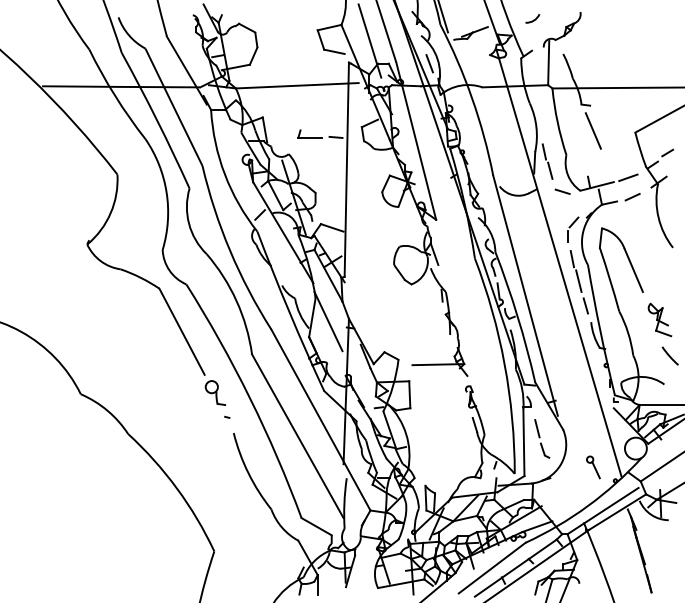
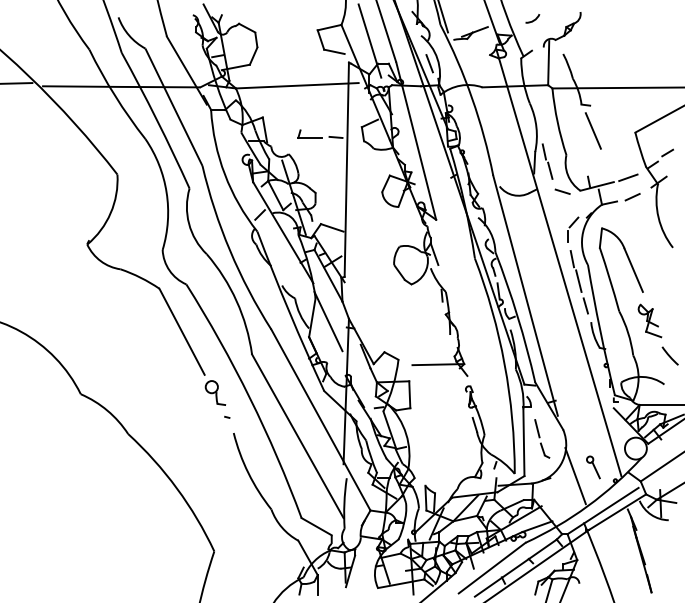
line at (17, 83): none -> present
part at (659, 319) position: (659, 319) -> (649, 320)
line at (575, 476): none -> present
